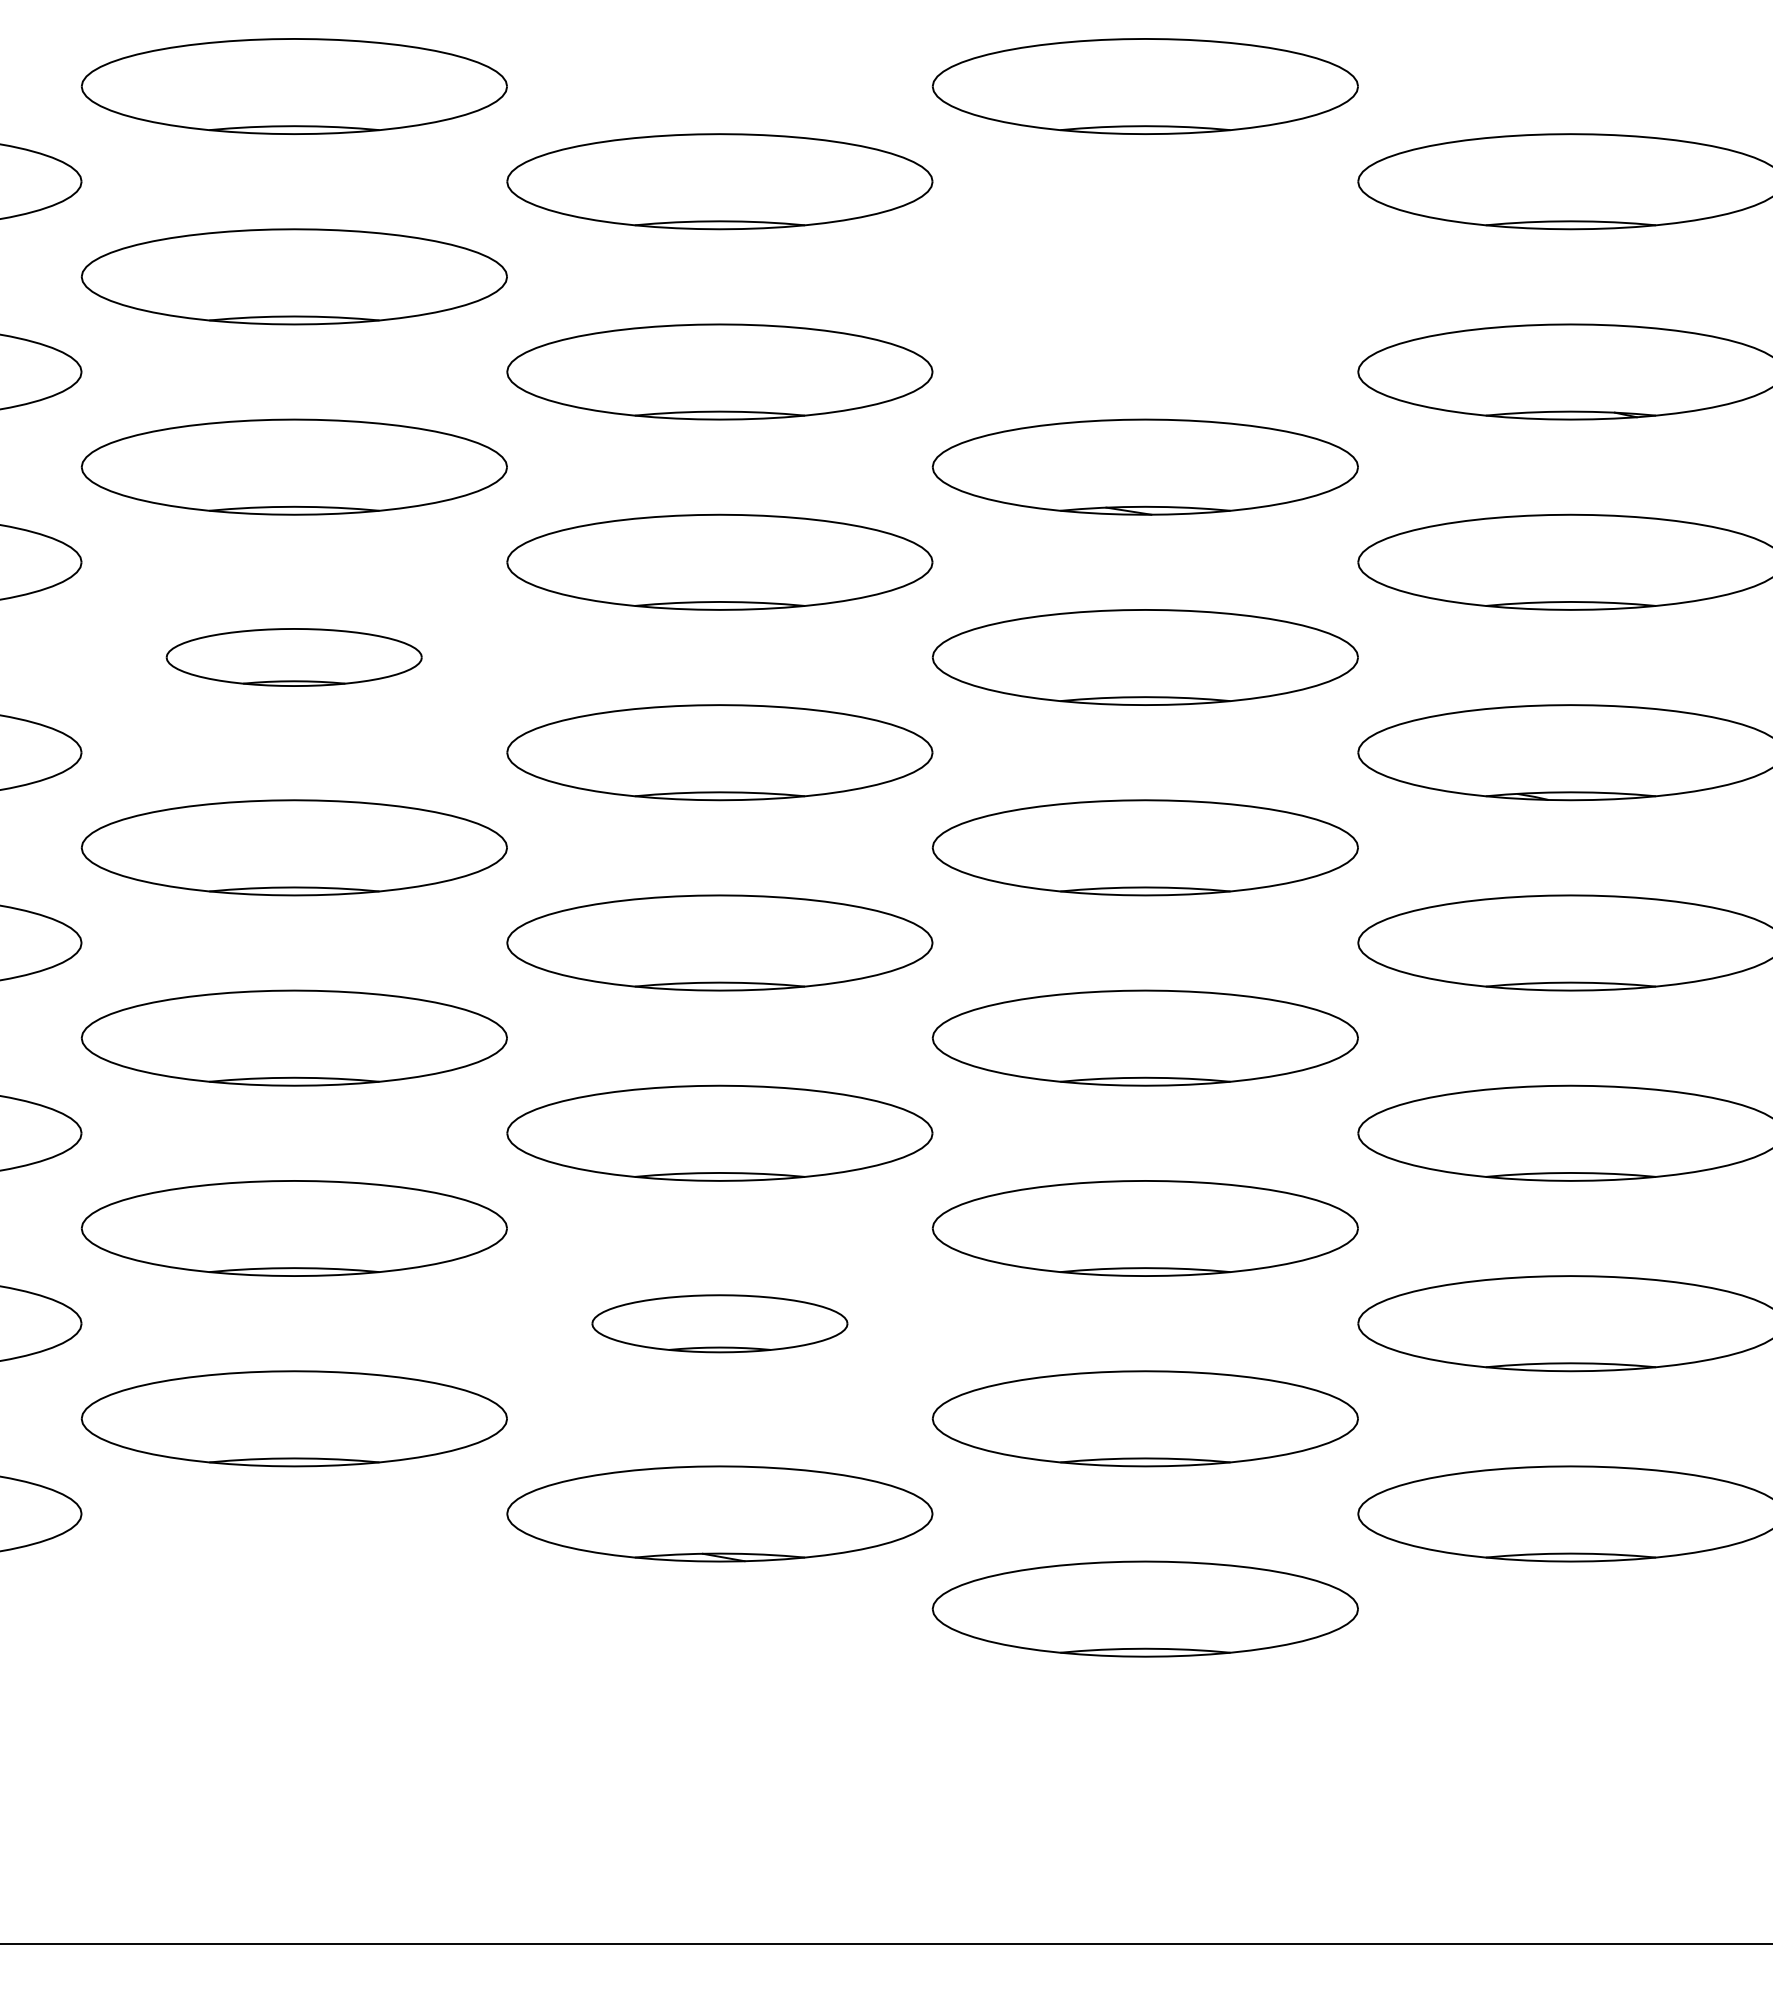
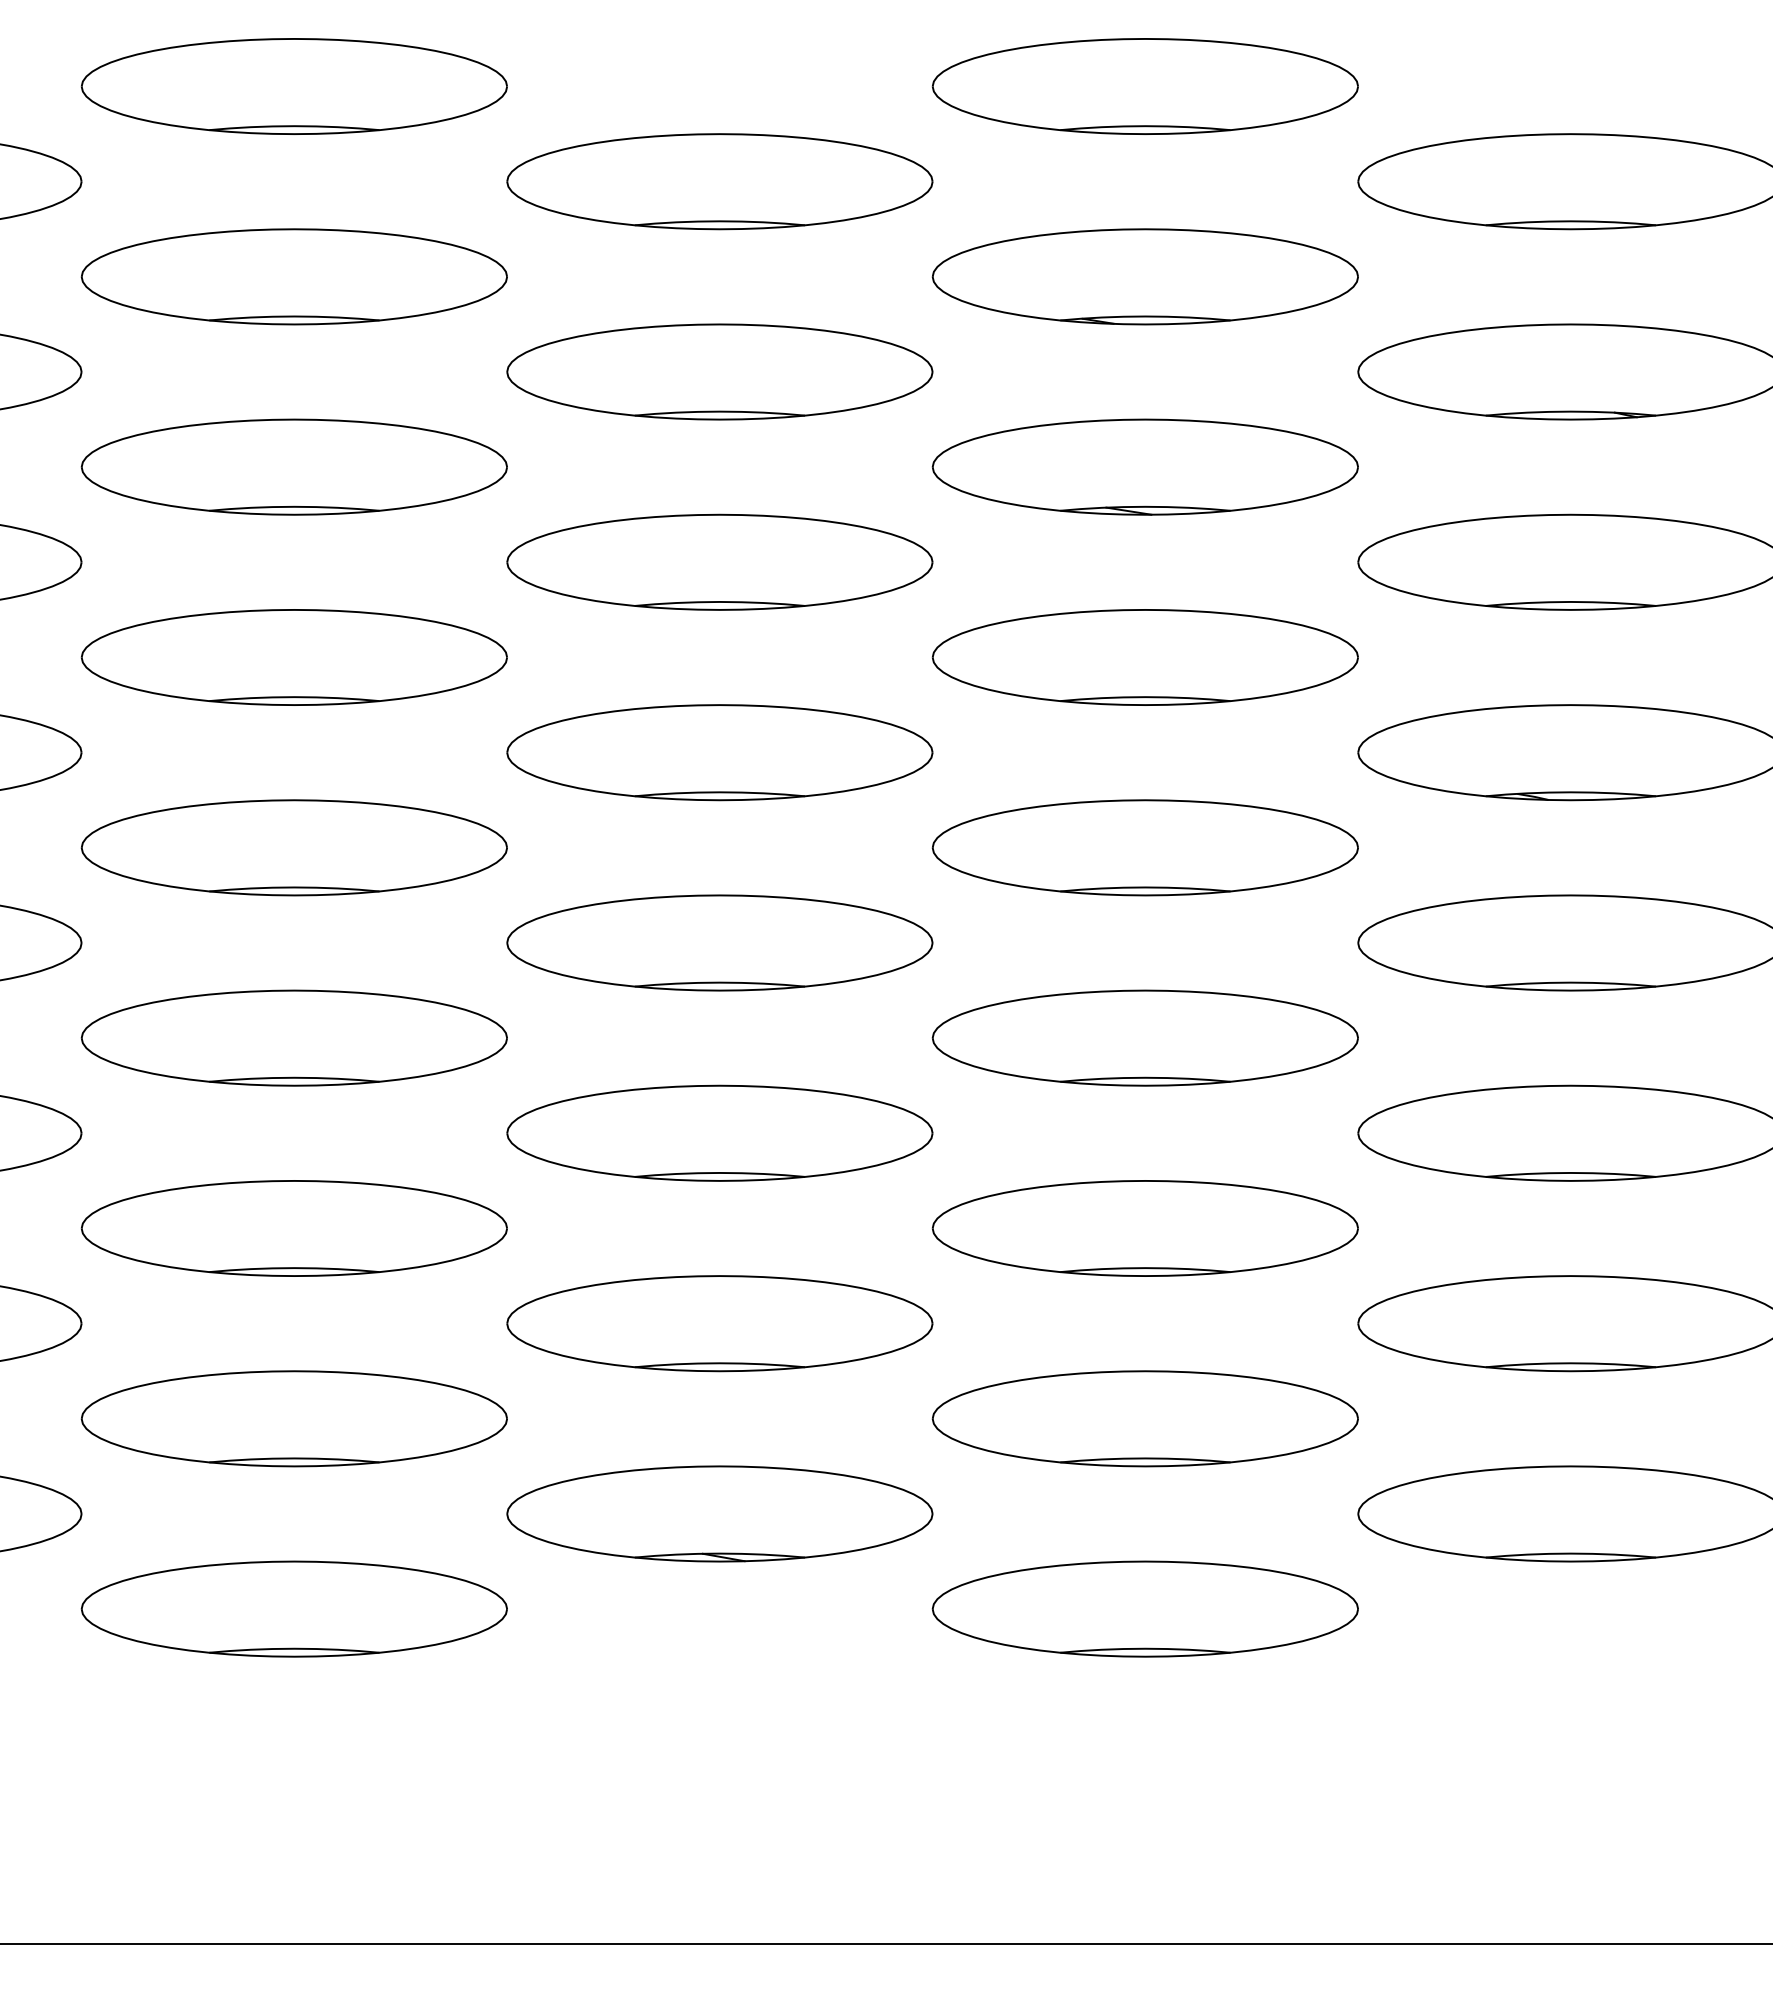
part at (1144, 276): none -> present
part at (293, 657) size: 258x59 px -> 428x97 px
part at (719, 1323) size: 258x60 px -> 428x98 px
part at (293, 1608): none -> present
